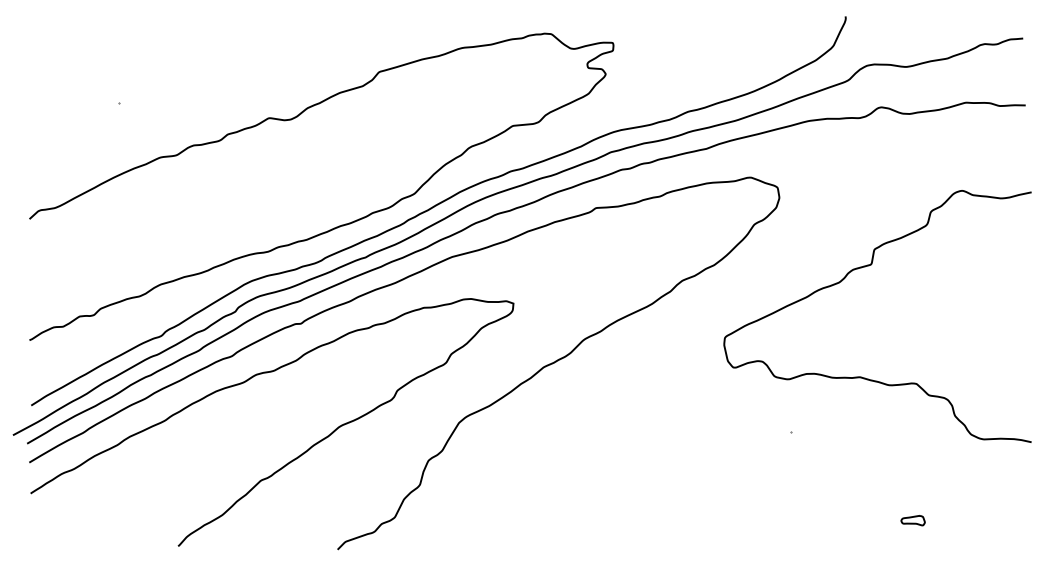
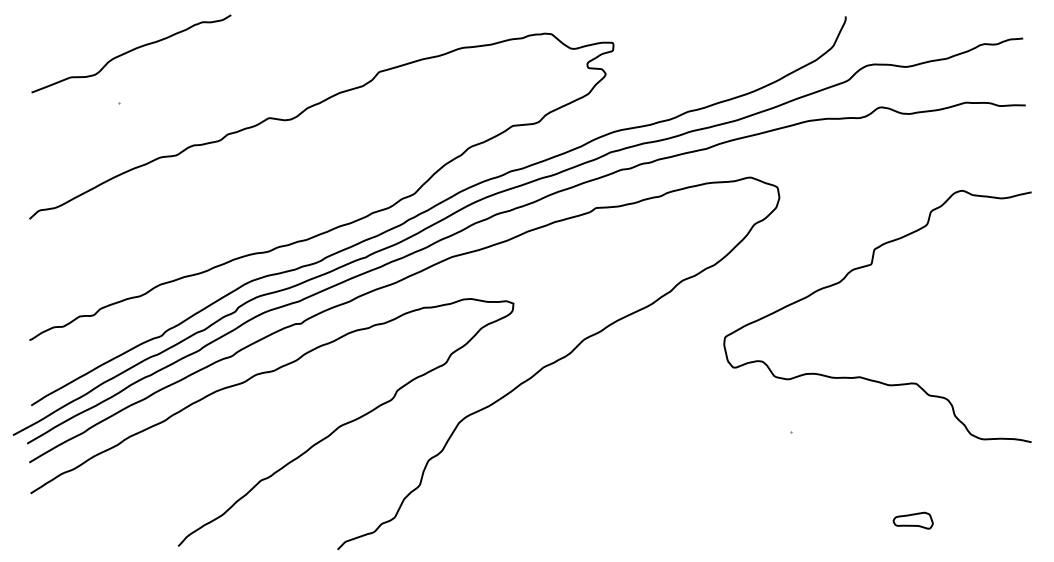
curve at (131, 51): none -> present
part at (912, 520) size: 26x12 px -> 42x19 px
